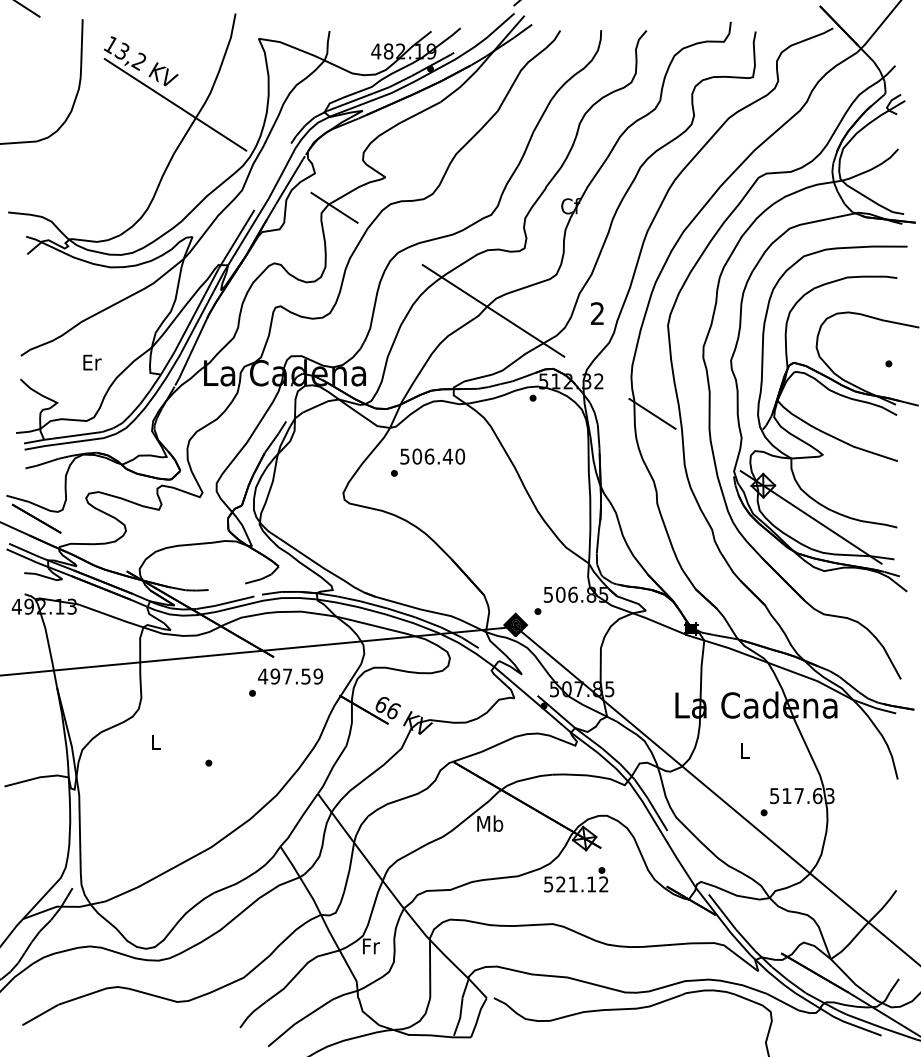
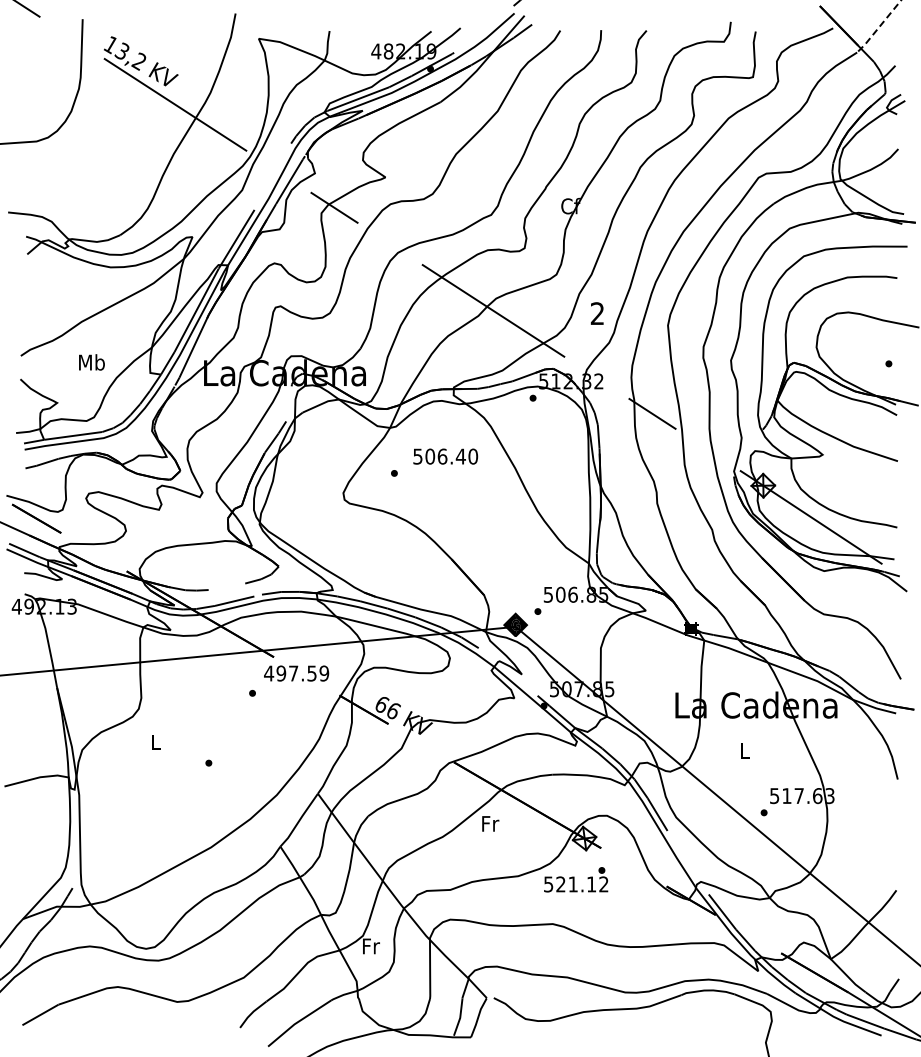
line at (878, 27): solid -> dashed
text at (91, 362): Er -> Mb
text at (432, 456) position: (432, 456) -> (445, 456)
text at (290, 676) position: (290, 676) -> (296, 673)
text at (490, 823): Mb -> Fr
